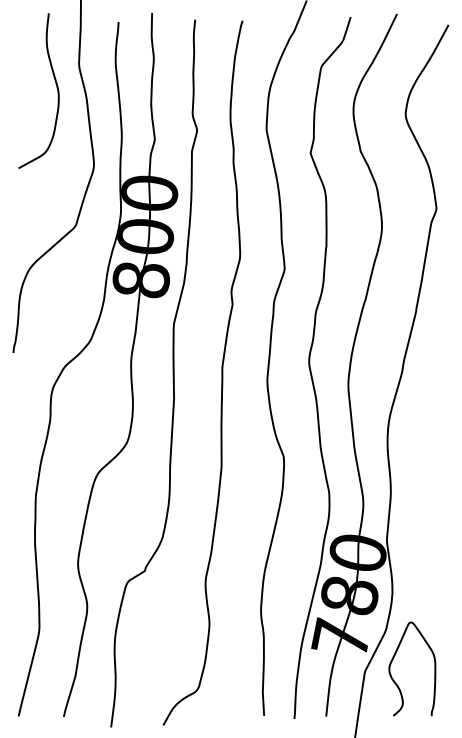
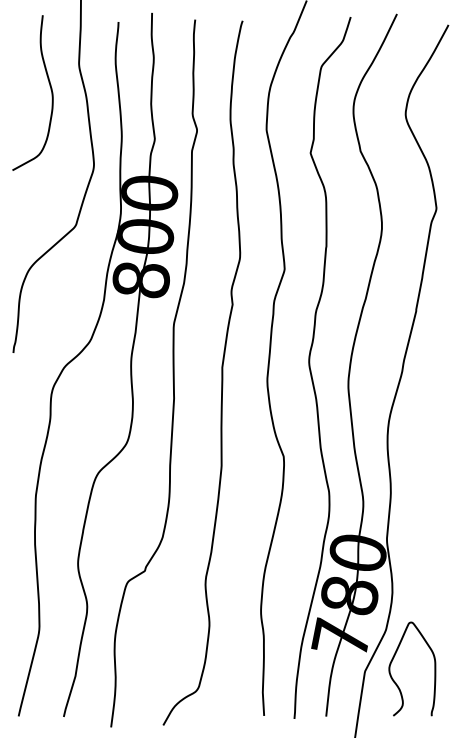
curve at (55, 84) position: (55, 84) -> (49, 86)
